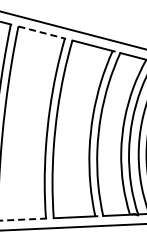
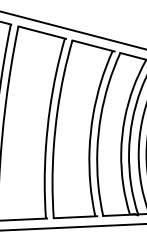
line at (42, 32): dashed -> solid
line at (23, 219): dashed -> solid
